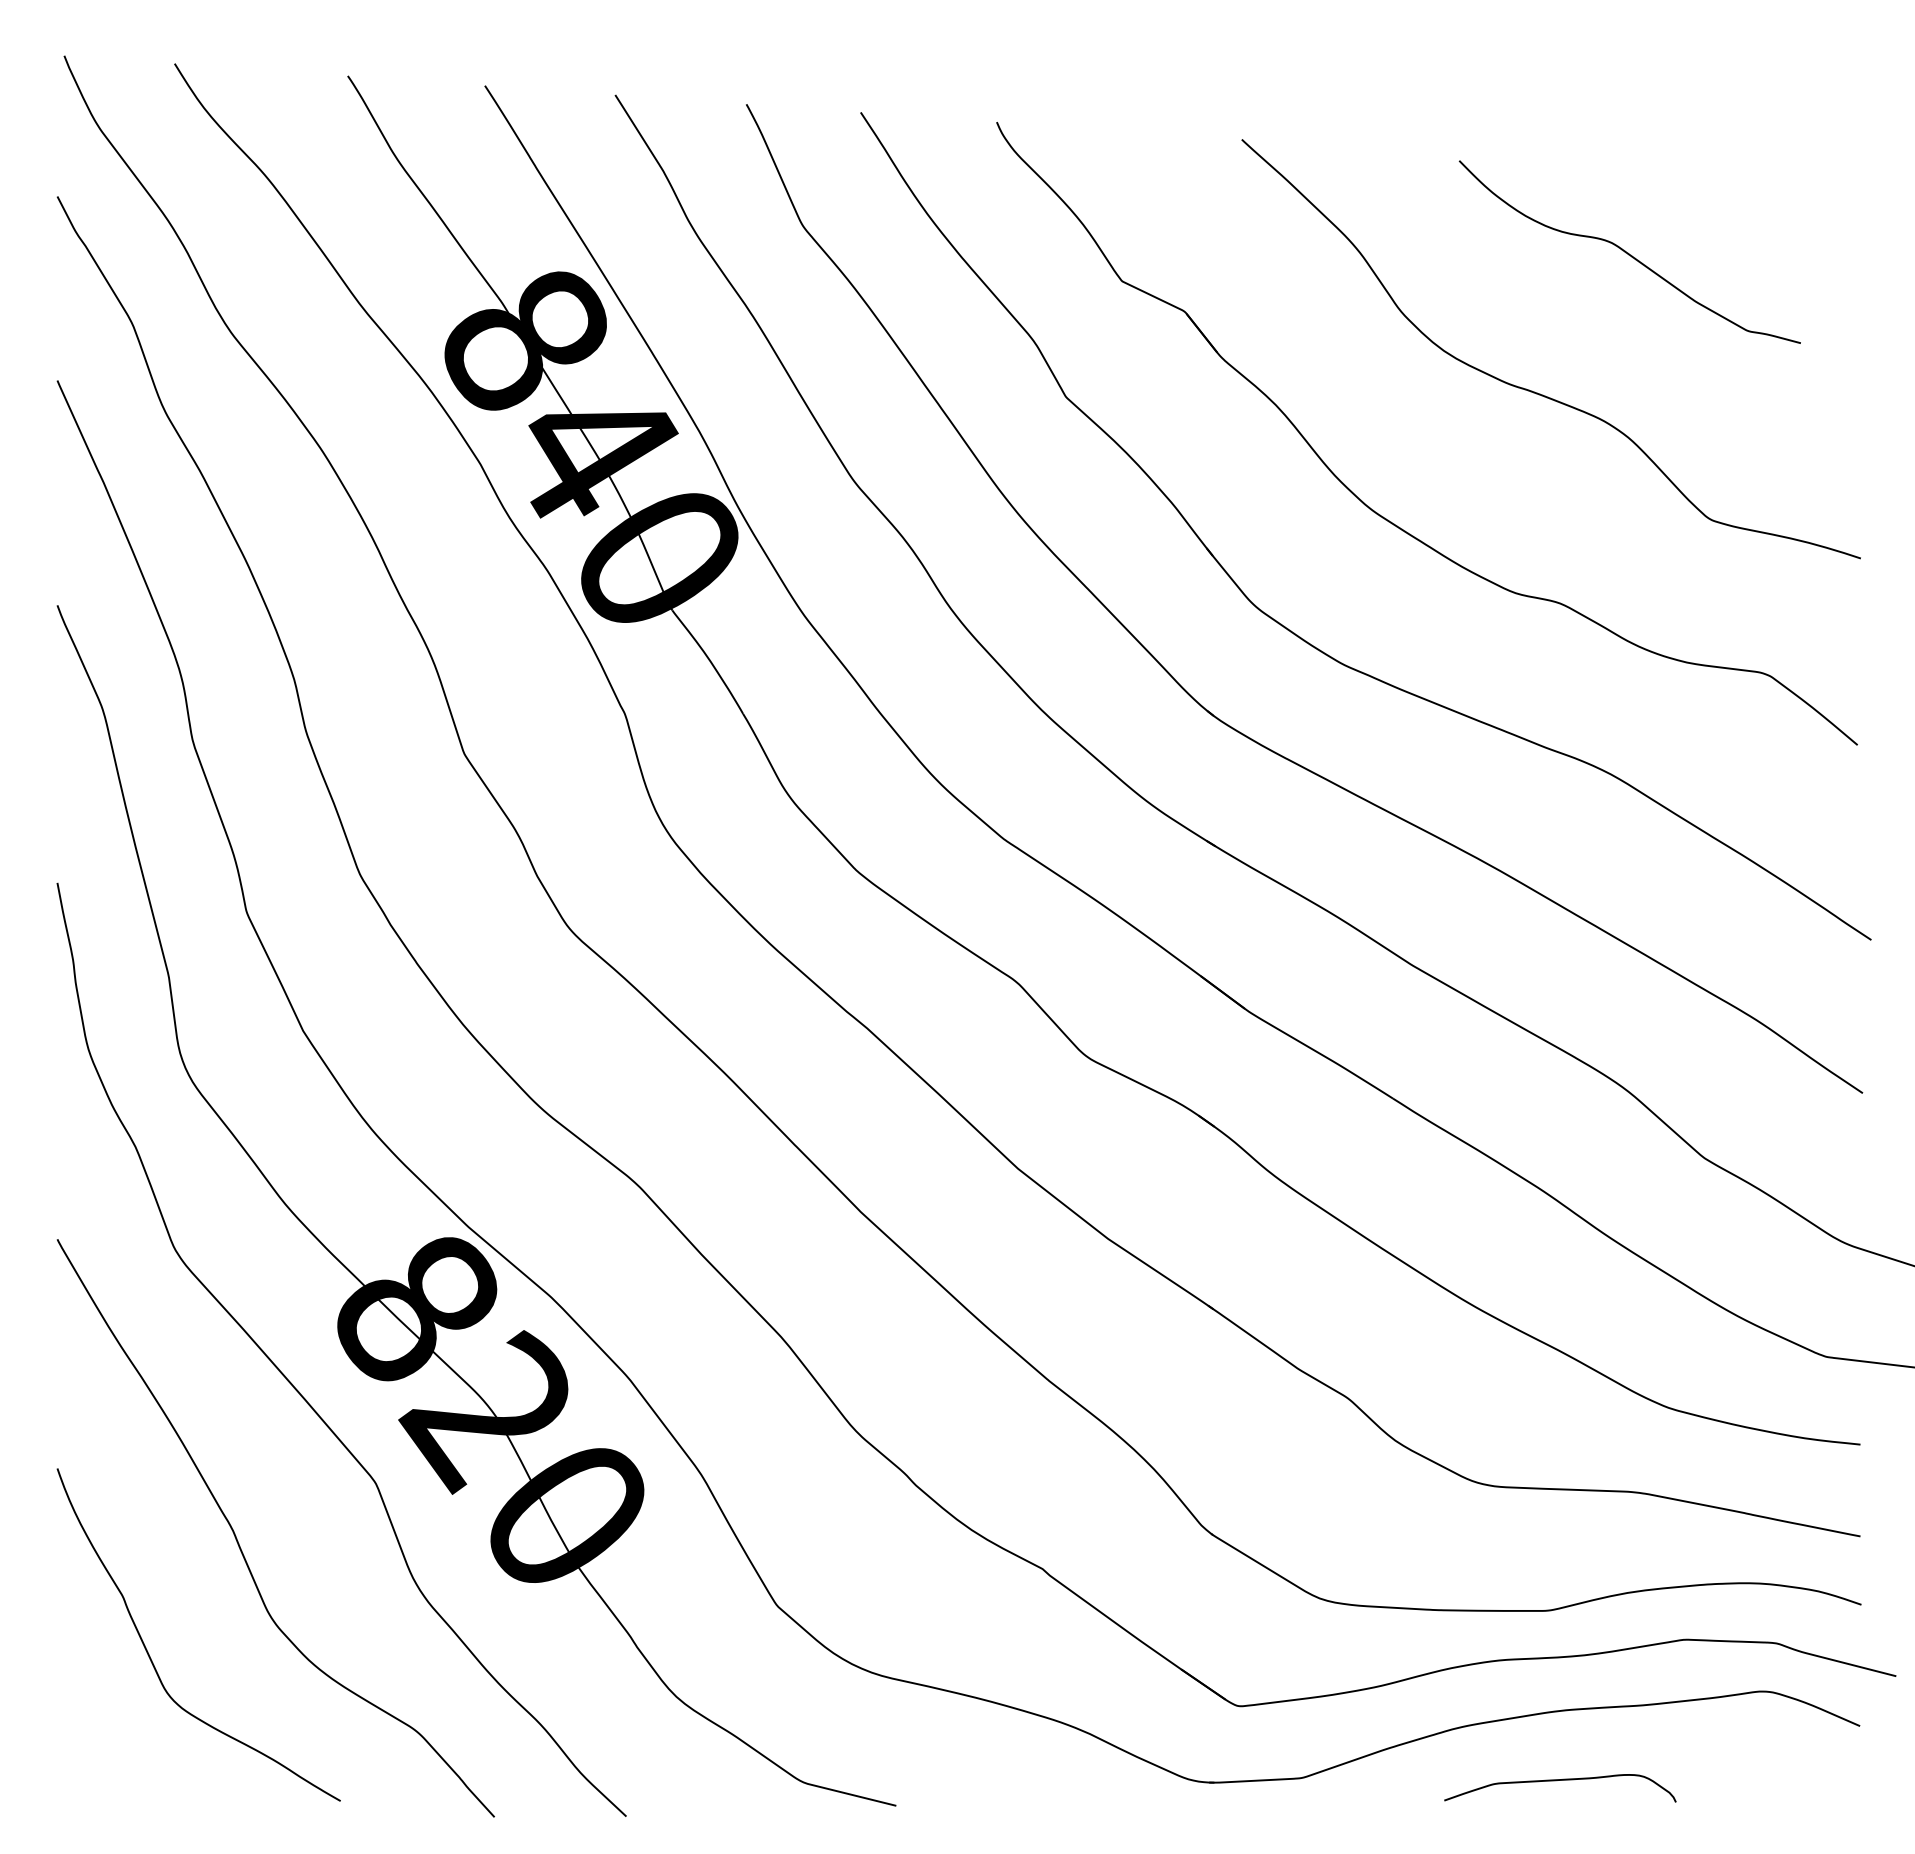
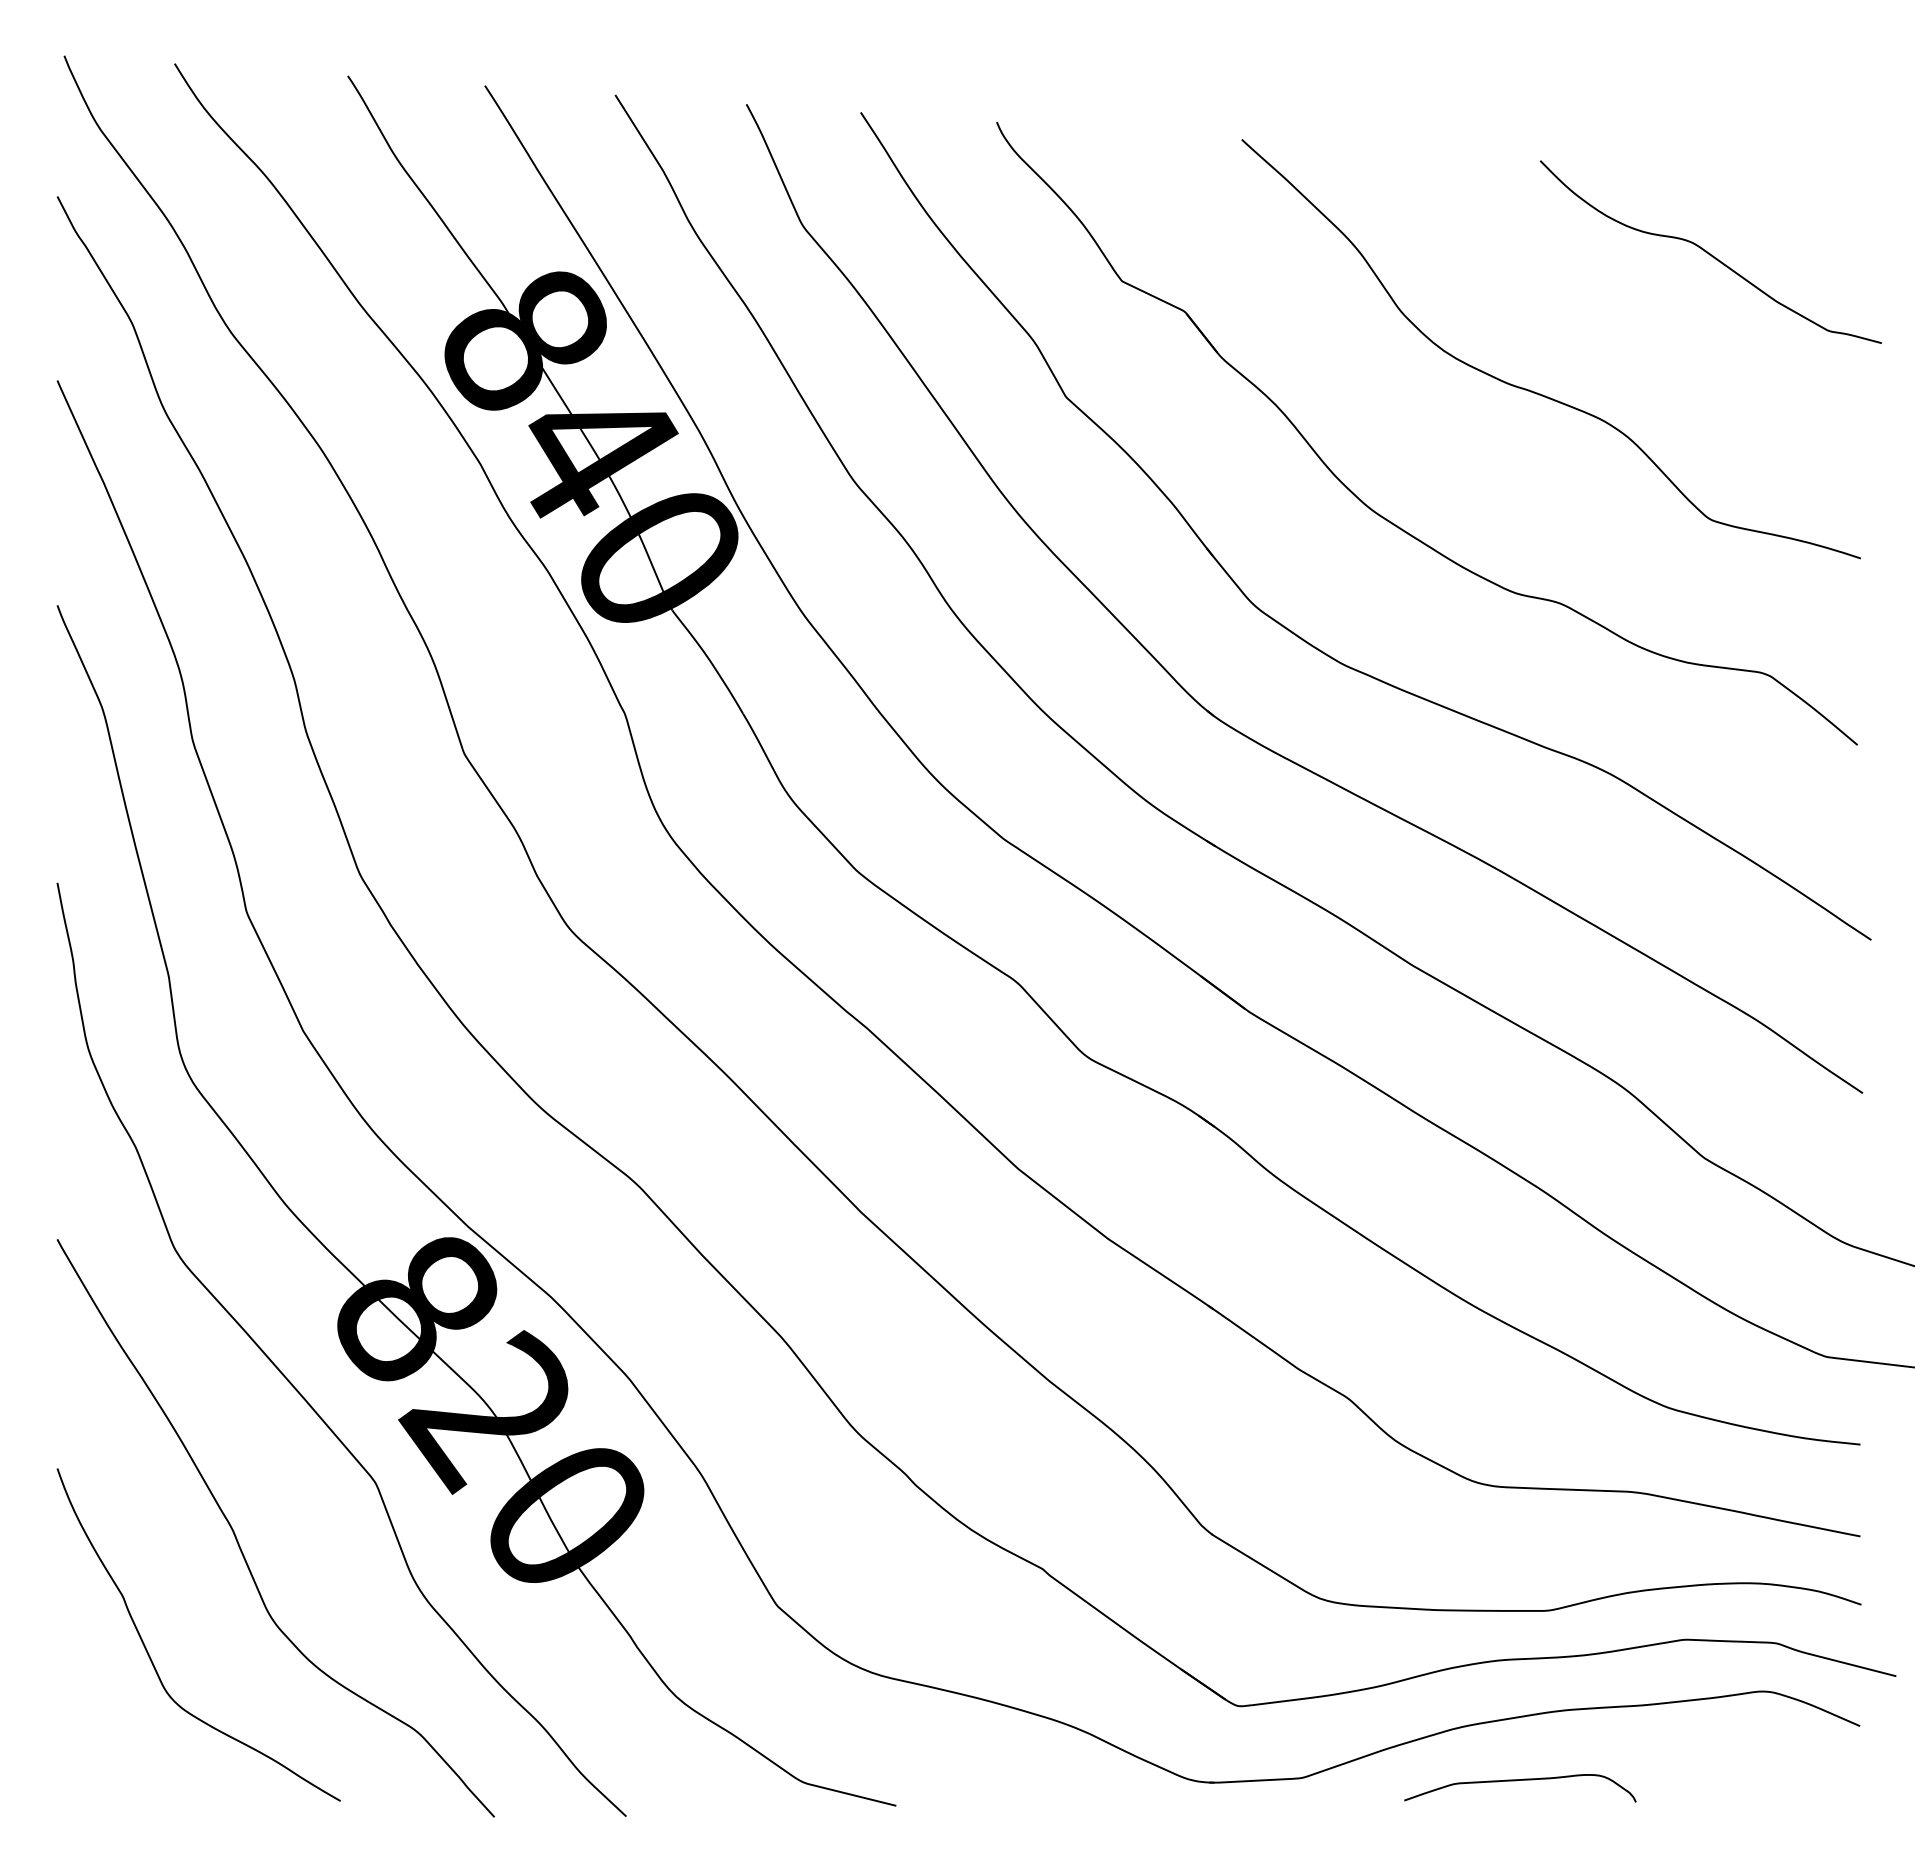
curve at (1628, 252) position: (1628, 252) -> (1709, 252)
curve at (1560, 1780) position: (1560, 1780) -> (1520, 1780)
